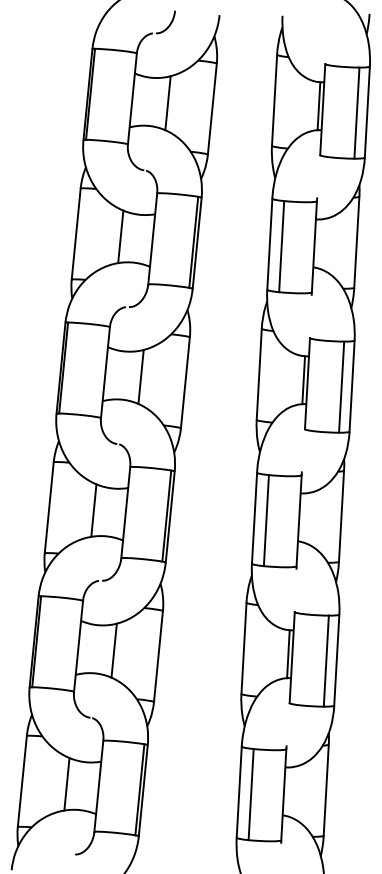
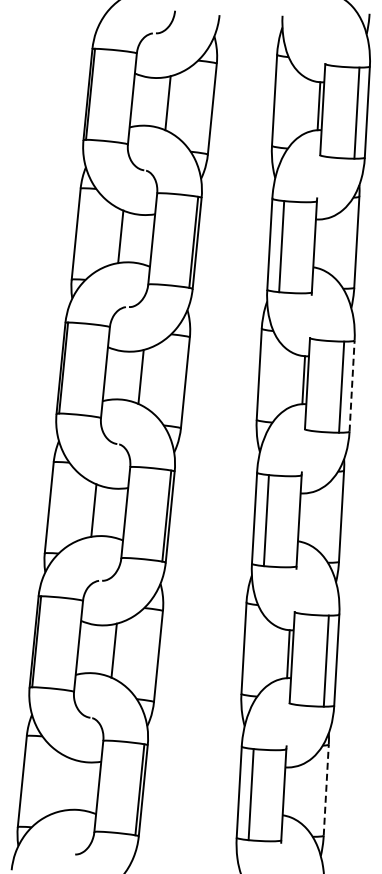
line at (352, 386): solid -> dashed
line at (66, 784): present -> none
line at (326, 790): solid -> dashed
